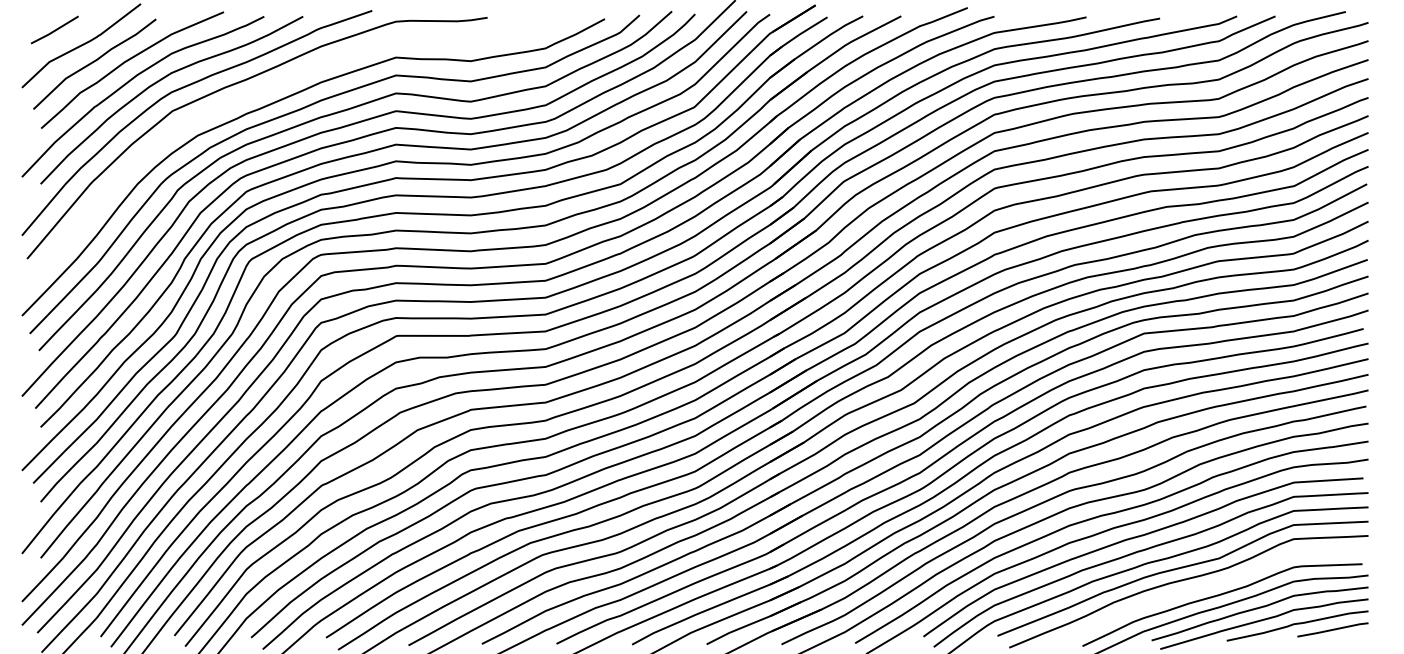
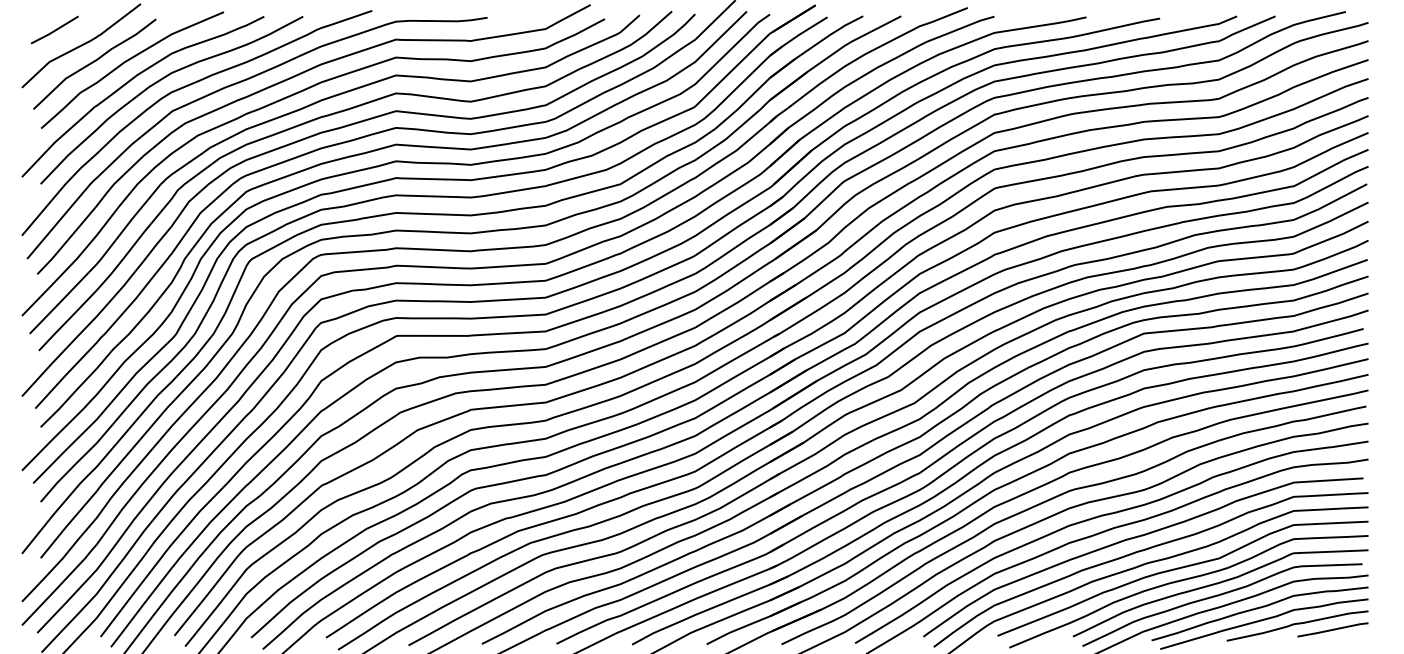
curve at (290, 79): none -> present
curve at (1217, 584): none -> present
